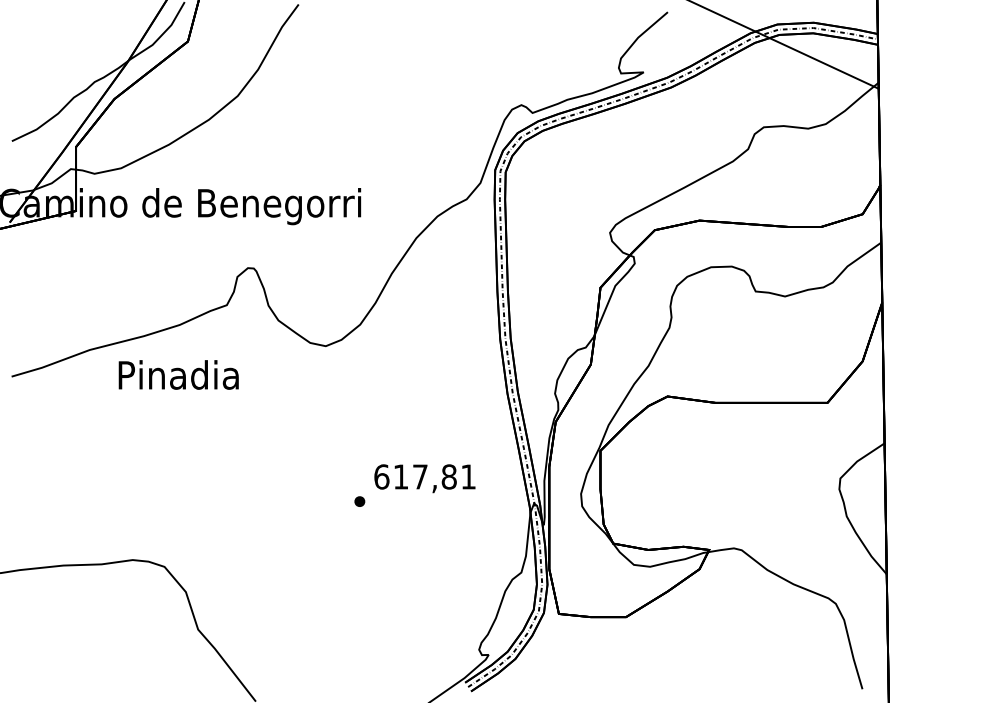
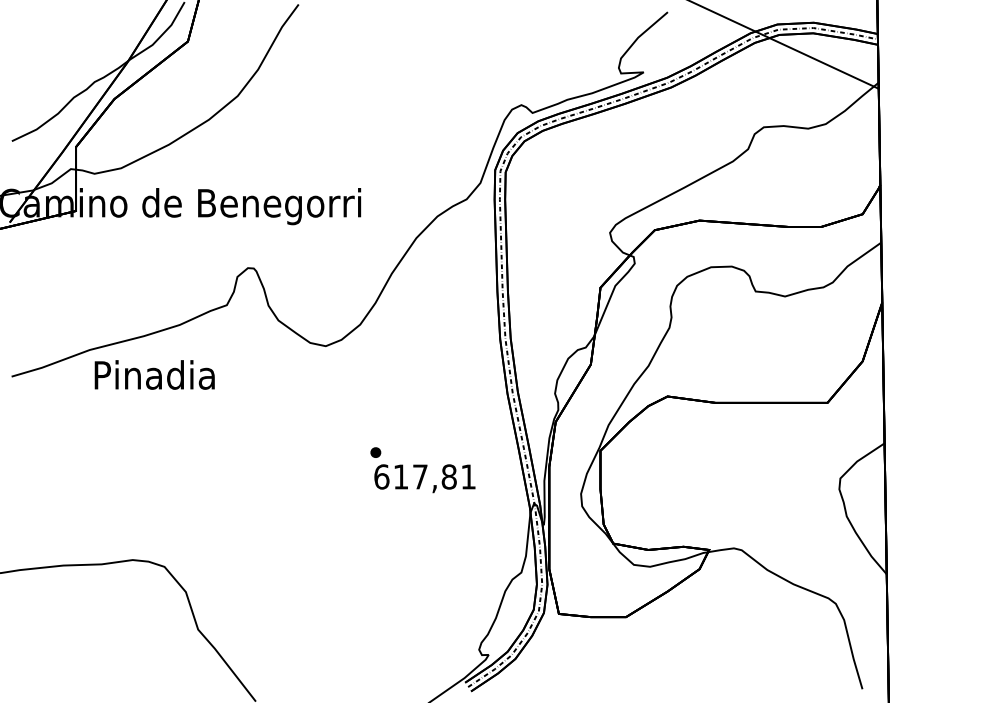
text at (178, 374) position: (178, 374) -> (154, 374)
part at (359, 501) position: (359, 501) -> (375, 452)
